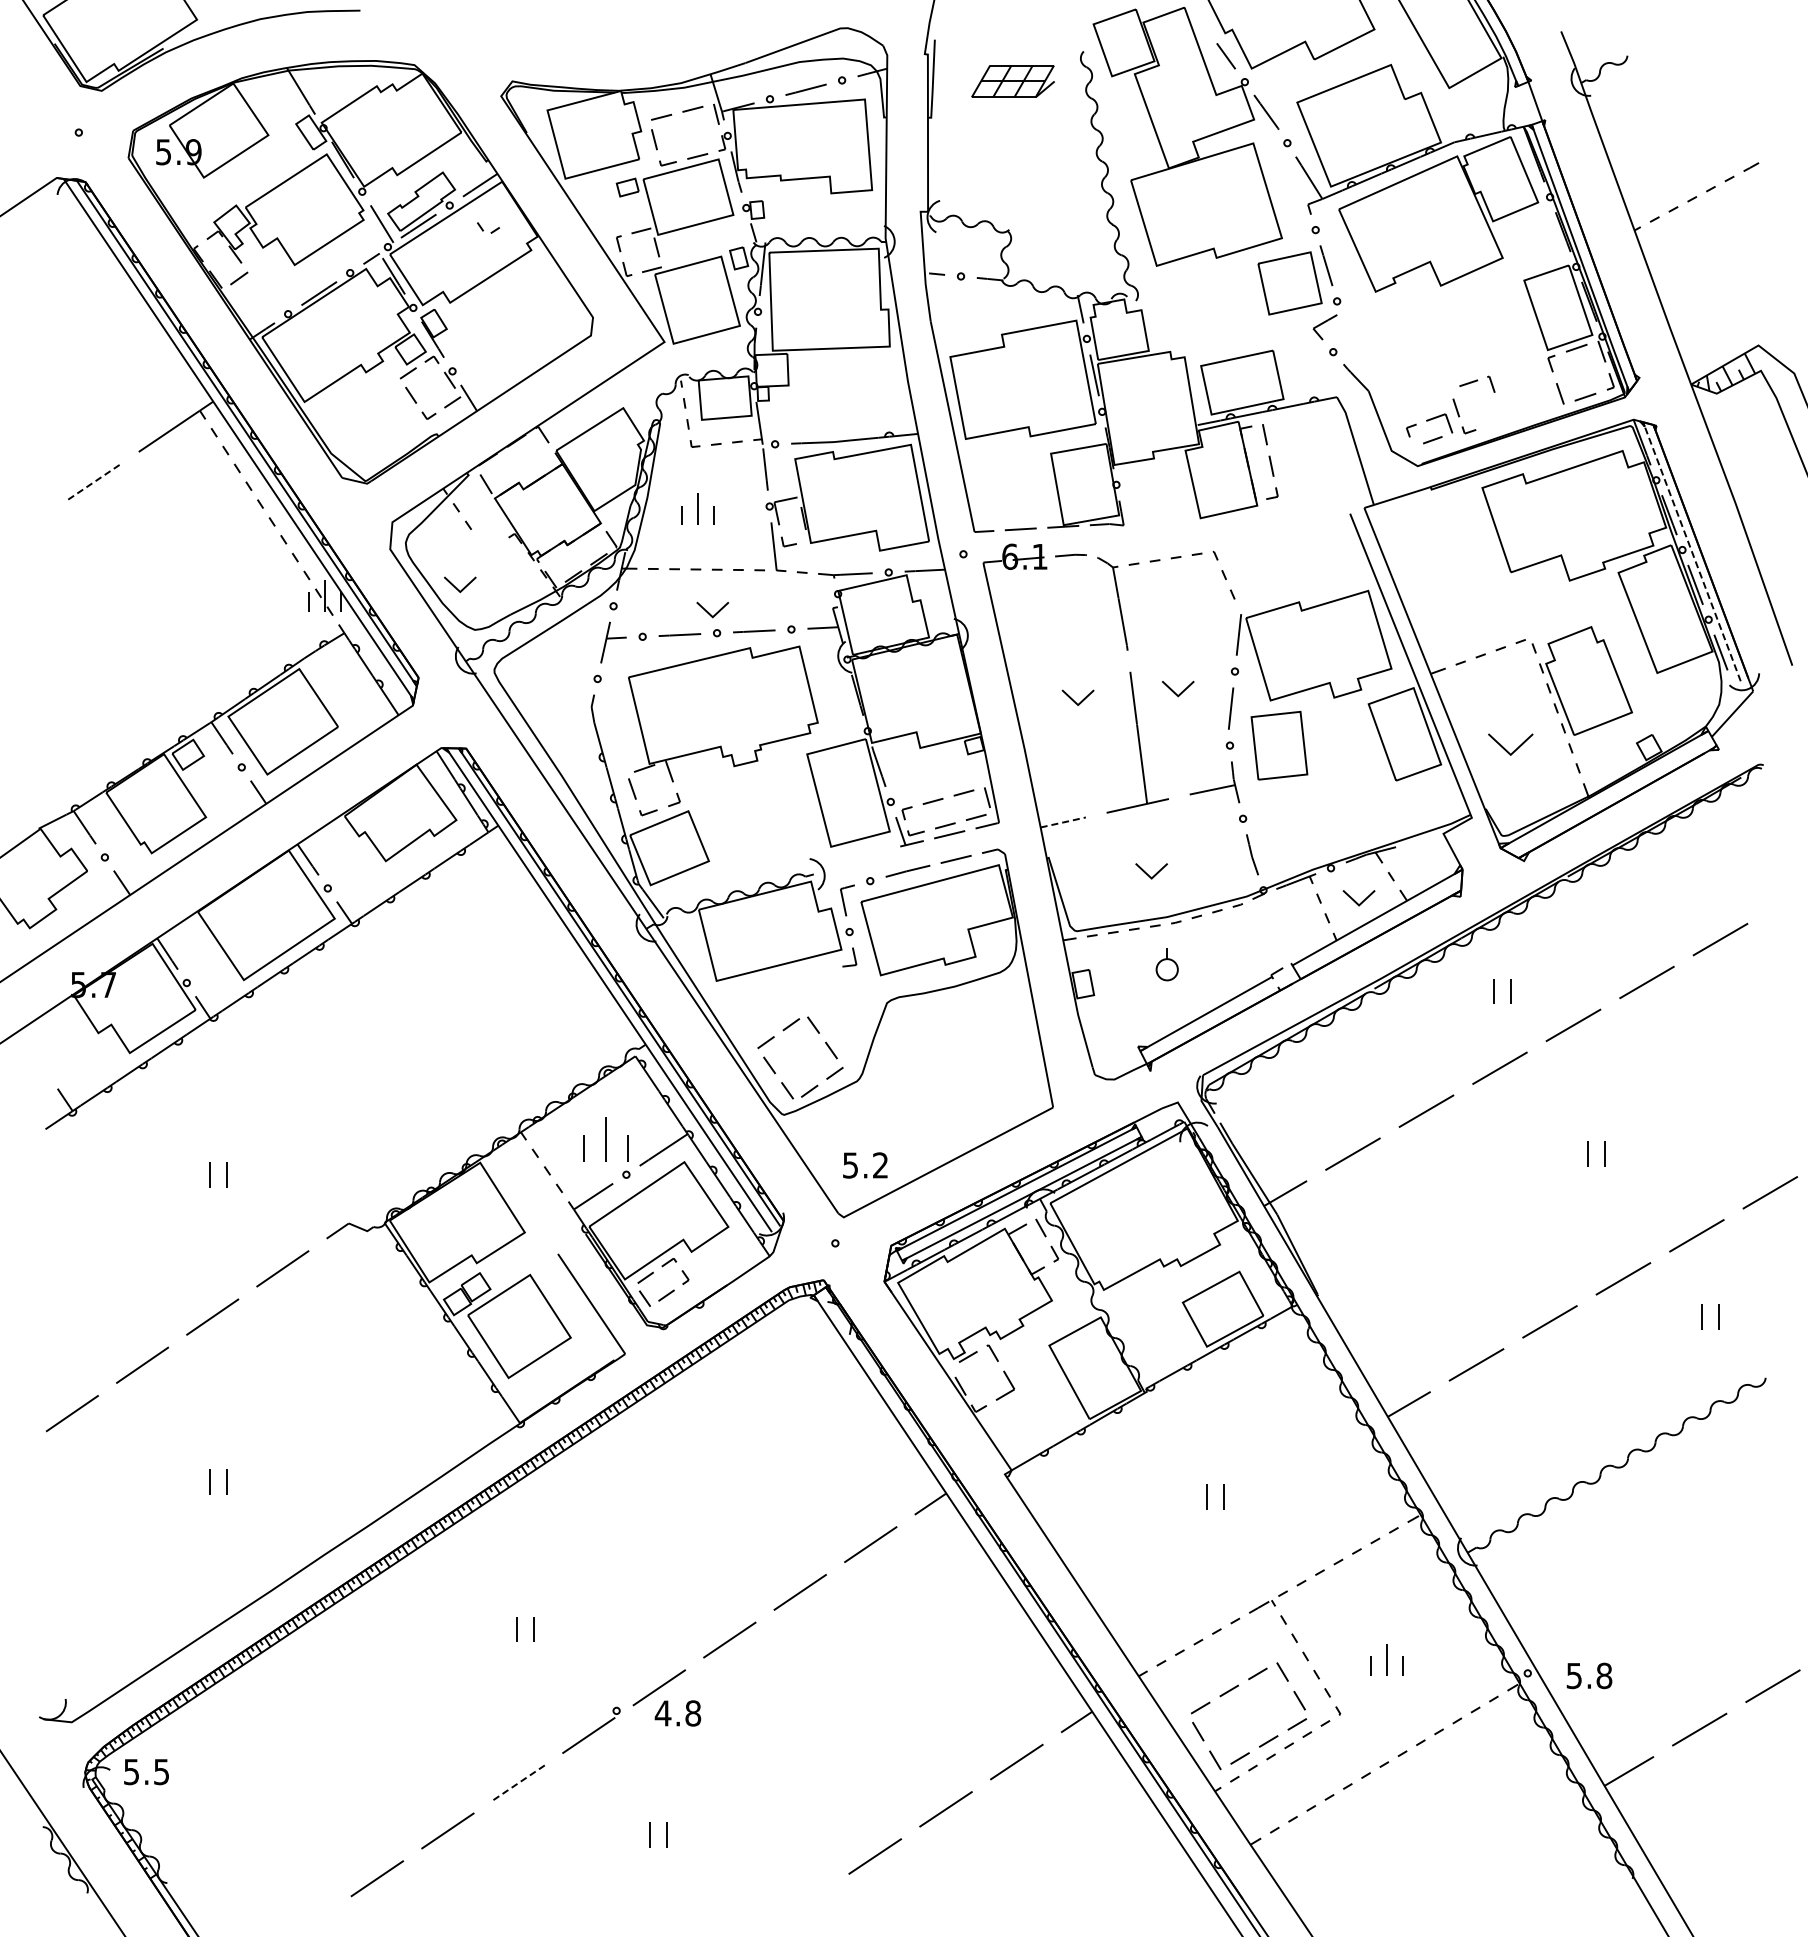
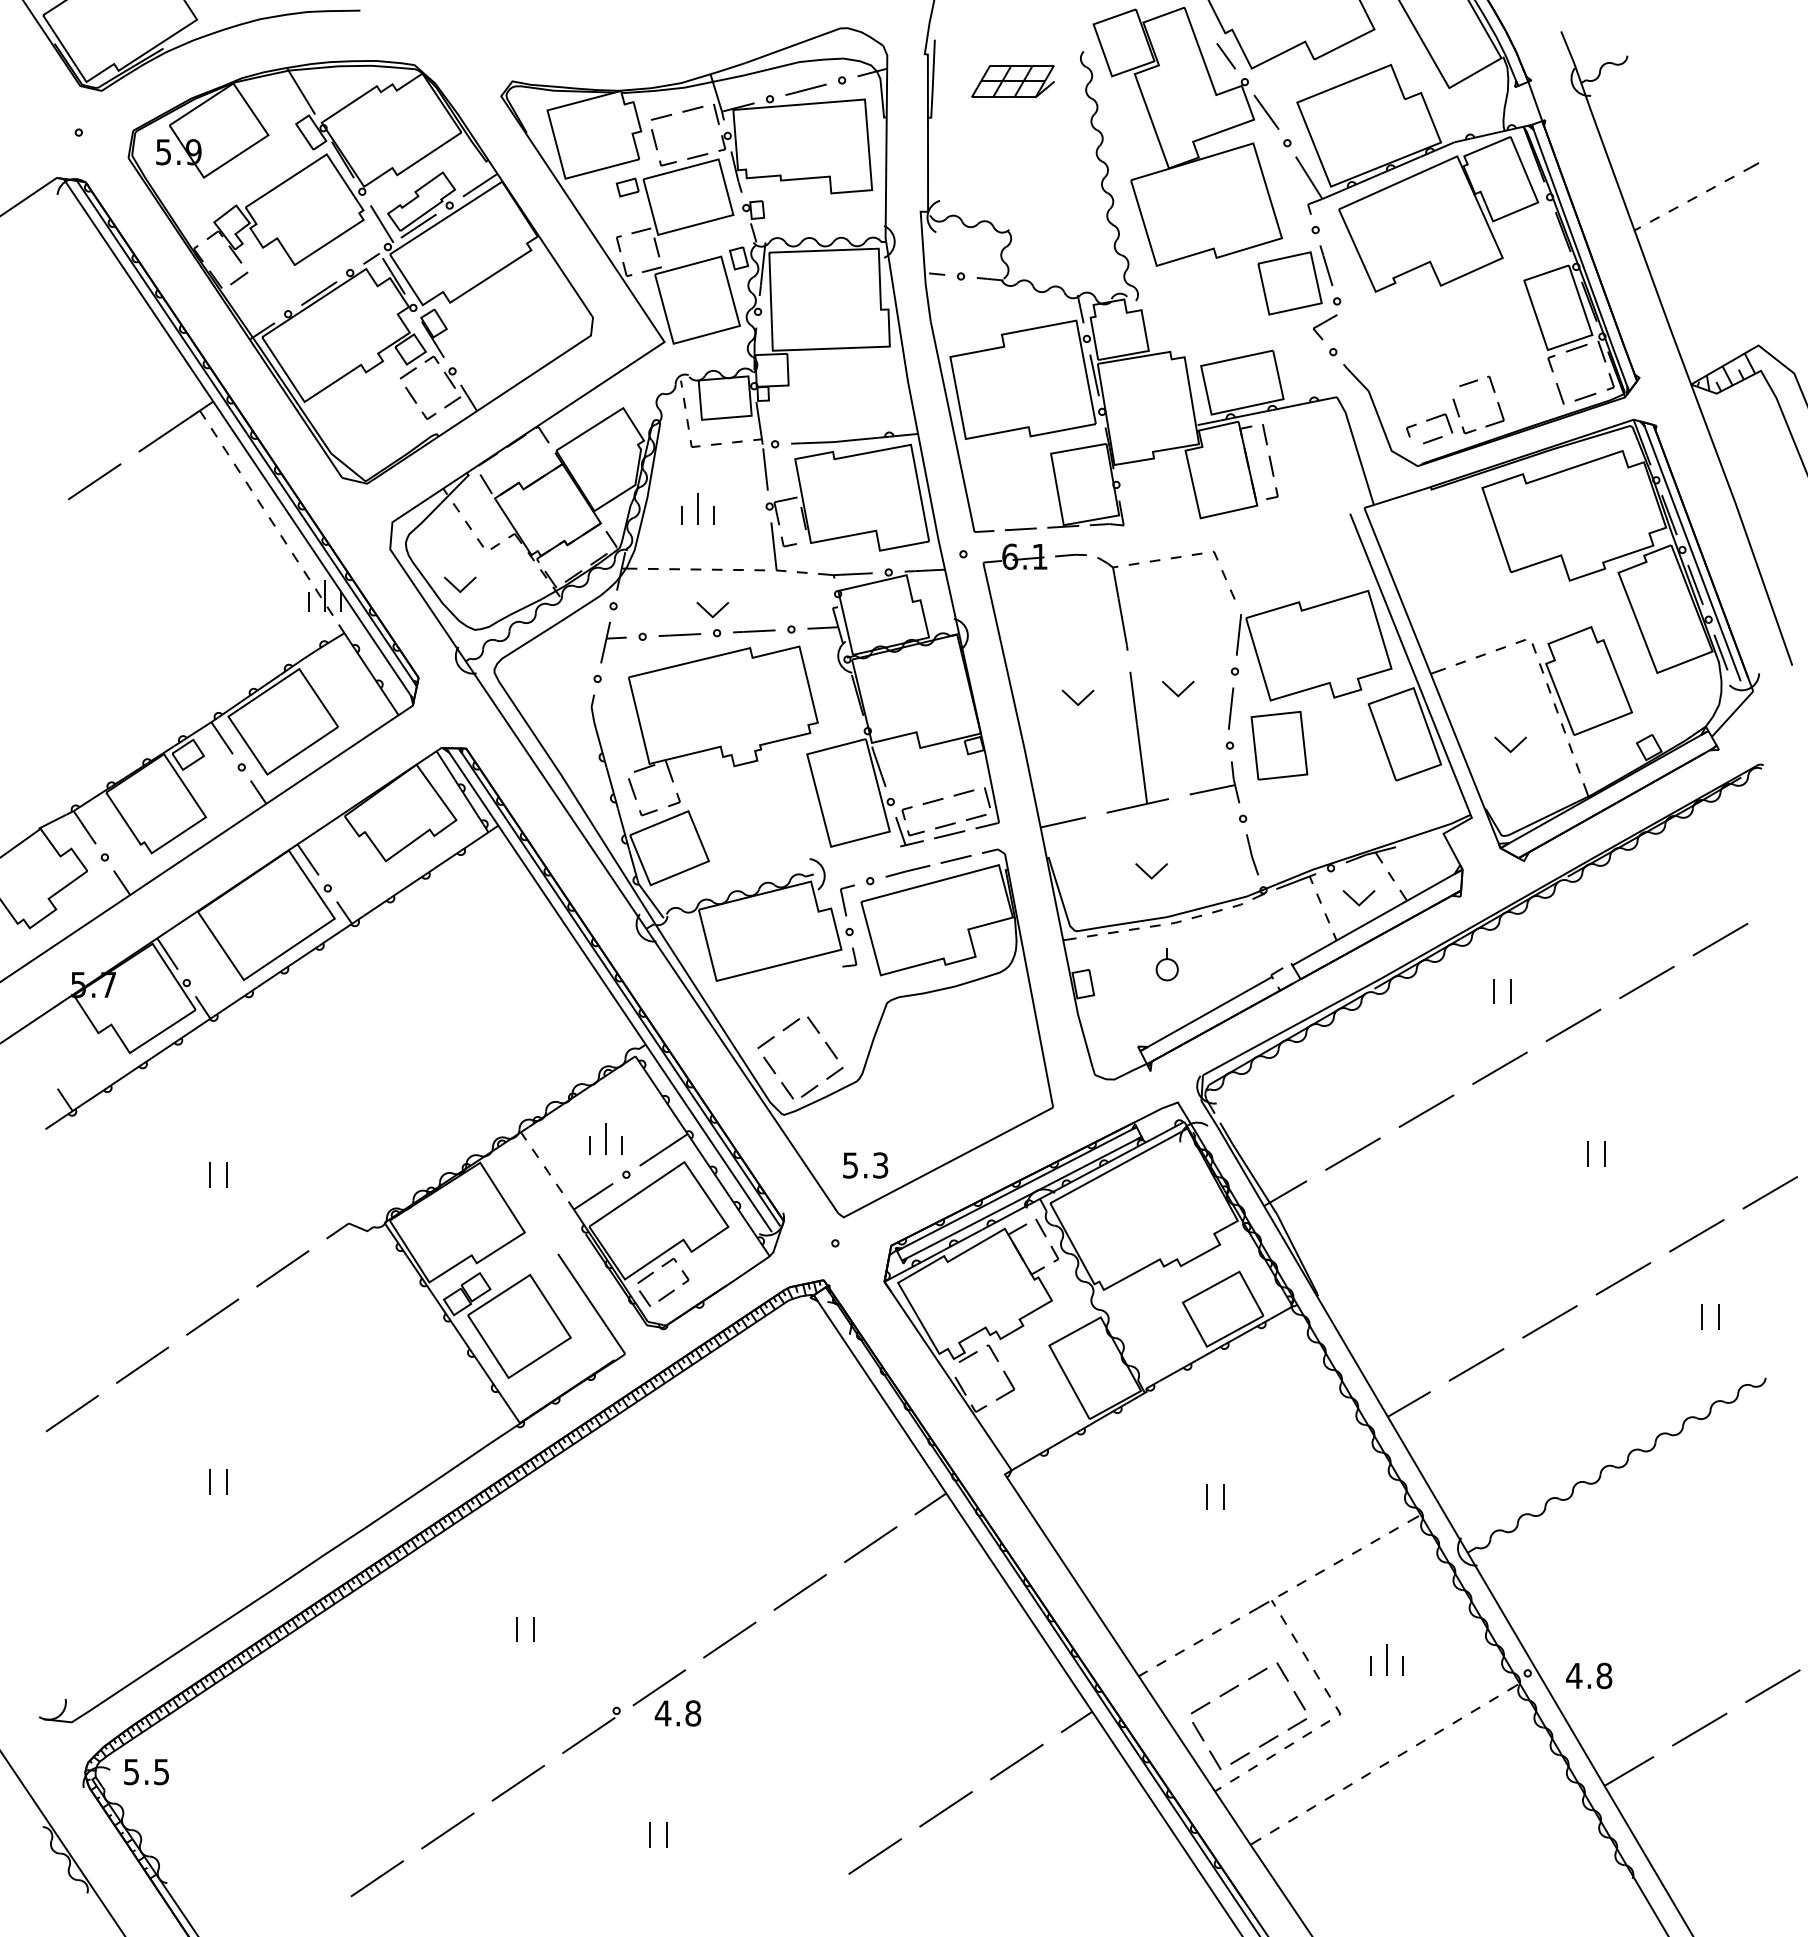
part at (488, 227) position: (488, 227) -> (488, 543)
part at (1500, 413): none -> present
line at (94, 481): dashed -> solid
line at (1691, 551): dashed -> solid
part at (1510, 744) size: 46x23 px -> 33x18 px
line at (1063, 822): dashed -> solid
part at (605, 1139) size: 46x45 px -> 34x32 px
text at (880, 1165): 5.2 -> 5.3
text at (1574, 1676): 5.8 -> 4.8
line at (518, 1783): dashed -> solid
